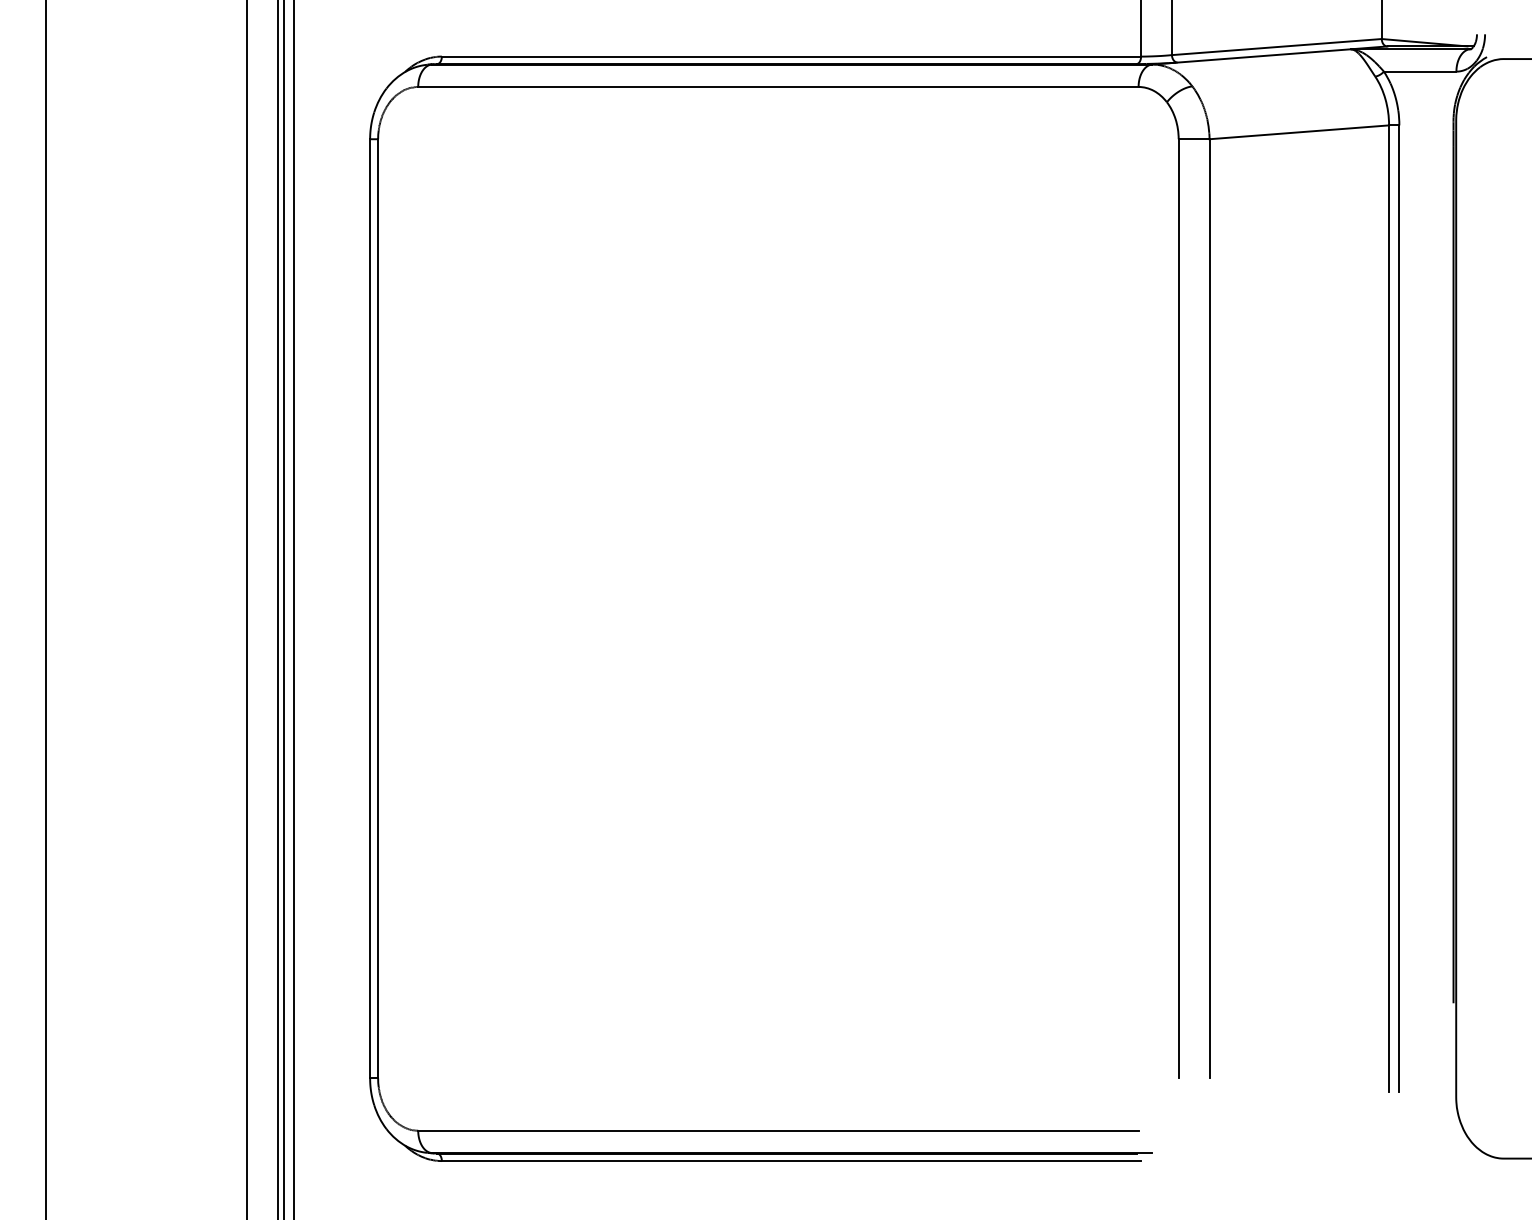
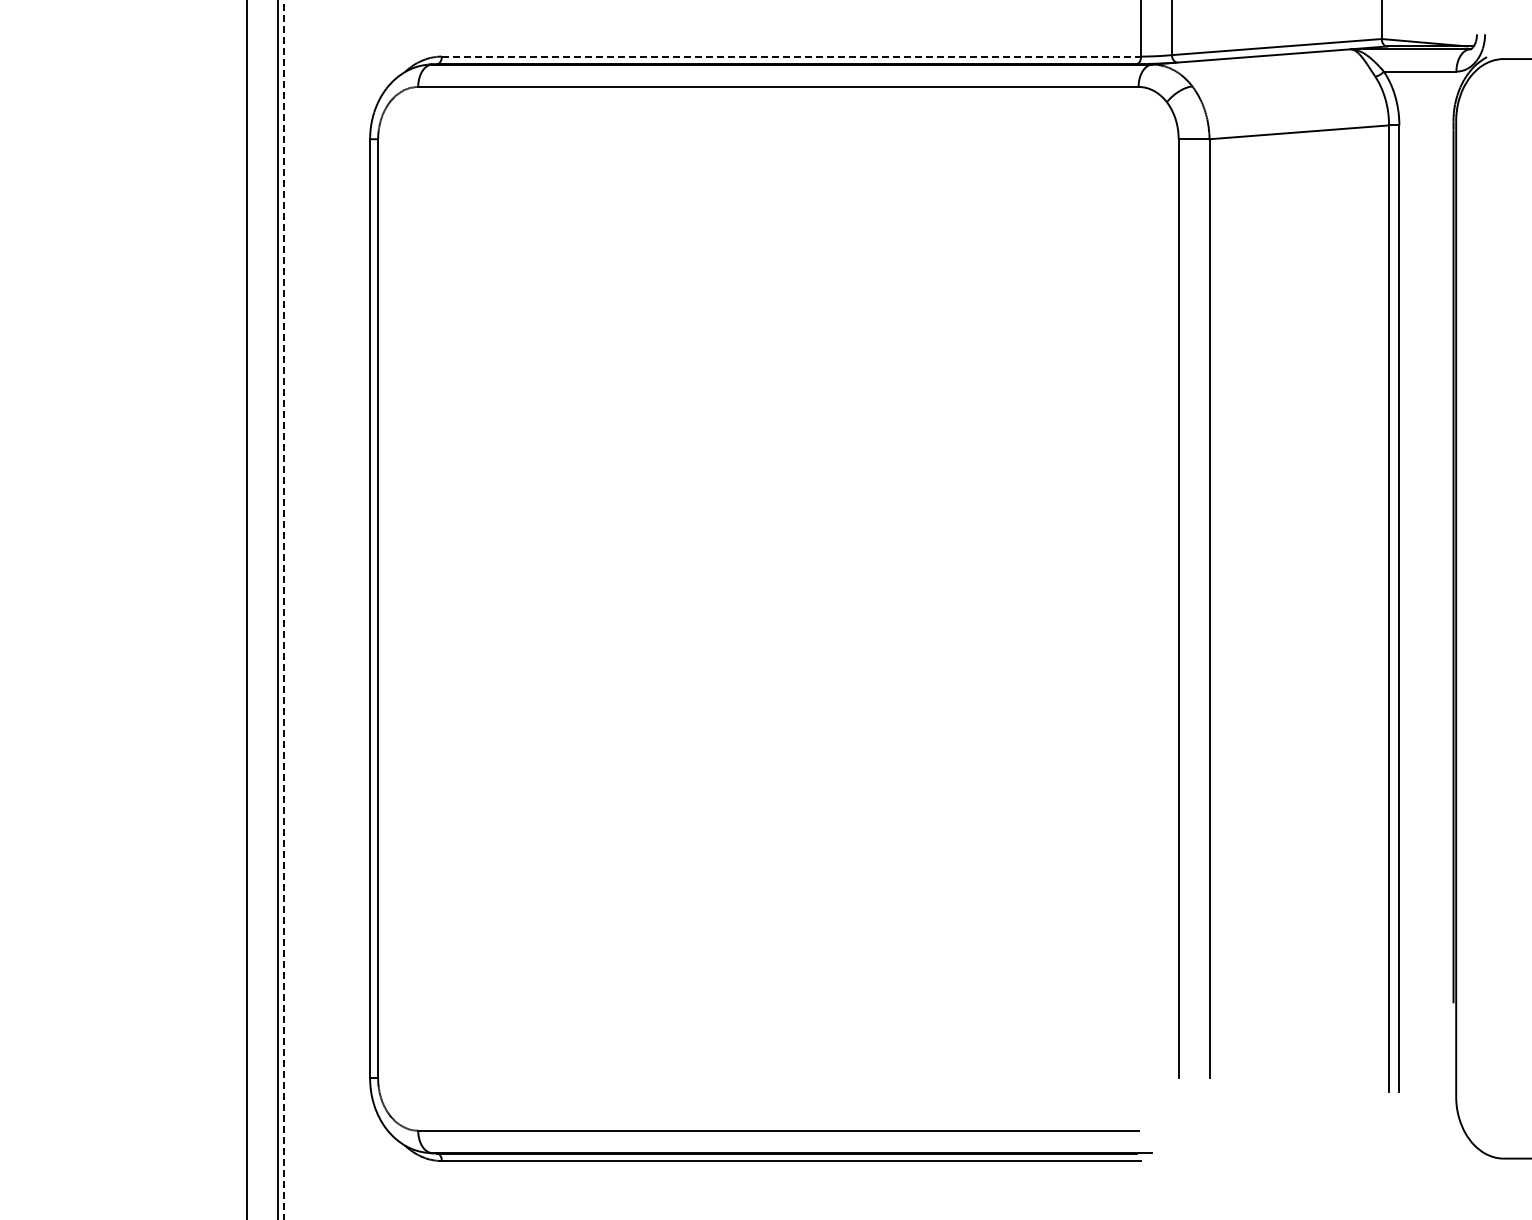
line at (791, 56): solid -> dashed
line at (45, 609): present -> none
line at (284, 609): solid -> dashed
line at (294, 609): present -> none
